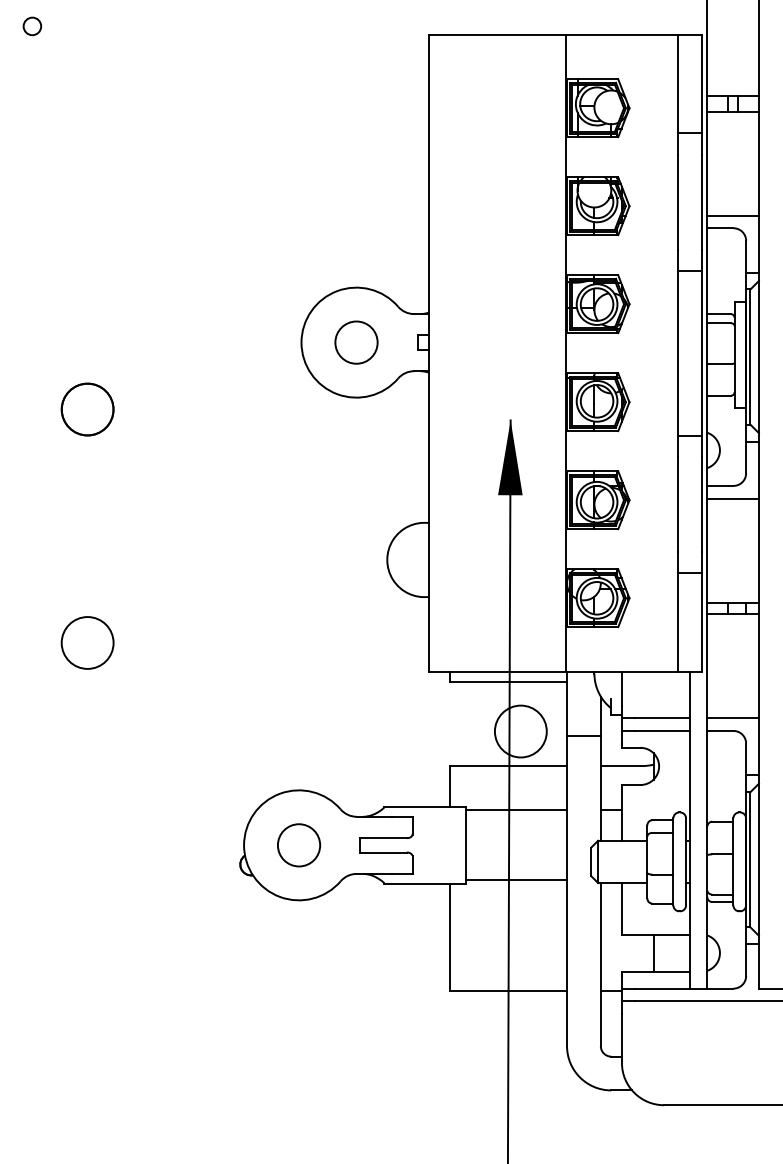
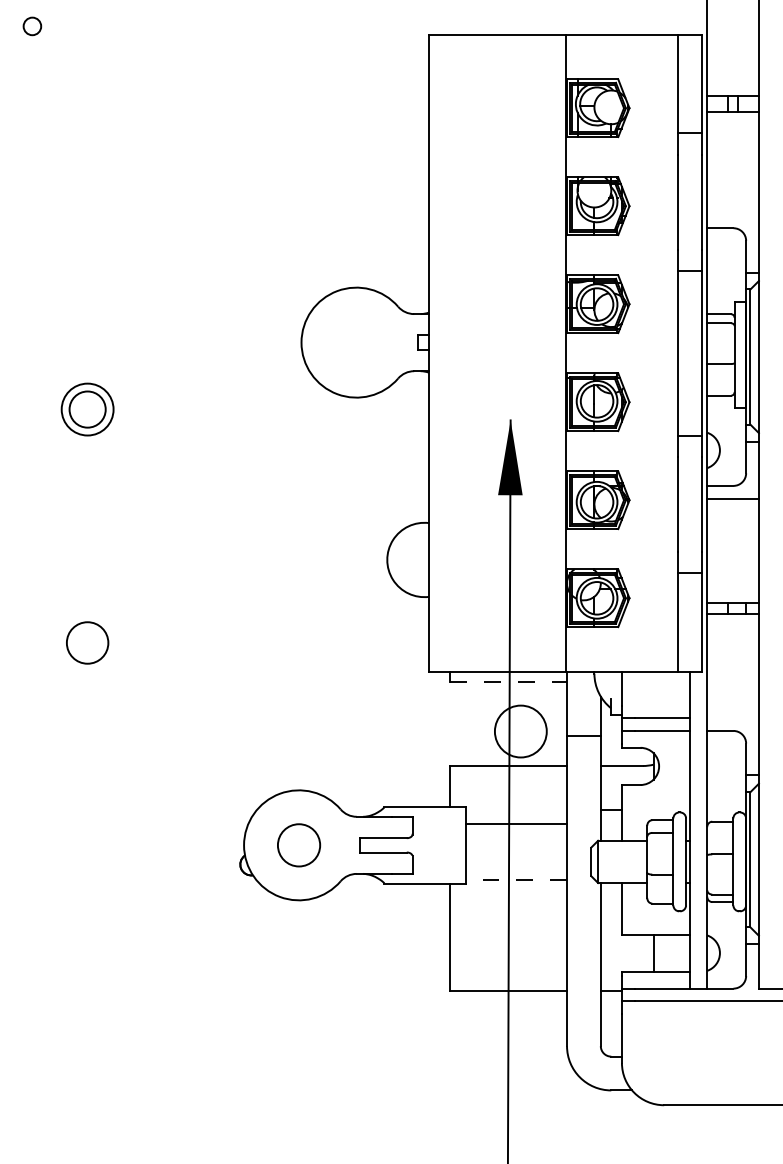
line at (732, 215): present -> none
circle at (356, 342): present -> none
circle at (87, 409) diameter: 52 px -> 36 px
circle at (87, 642) size: 55x54 px -> 44x44 px
line at (509, 681): solid -> dashed
line at (732, 718): present -> none
line at (516, 810) position: (516, 810) -> (516, 824)
line at (516, 880): solid -> dashed
